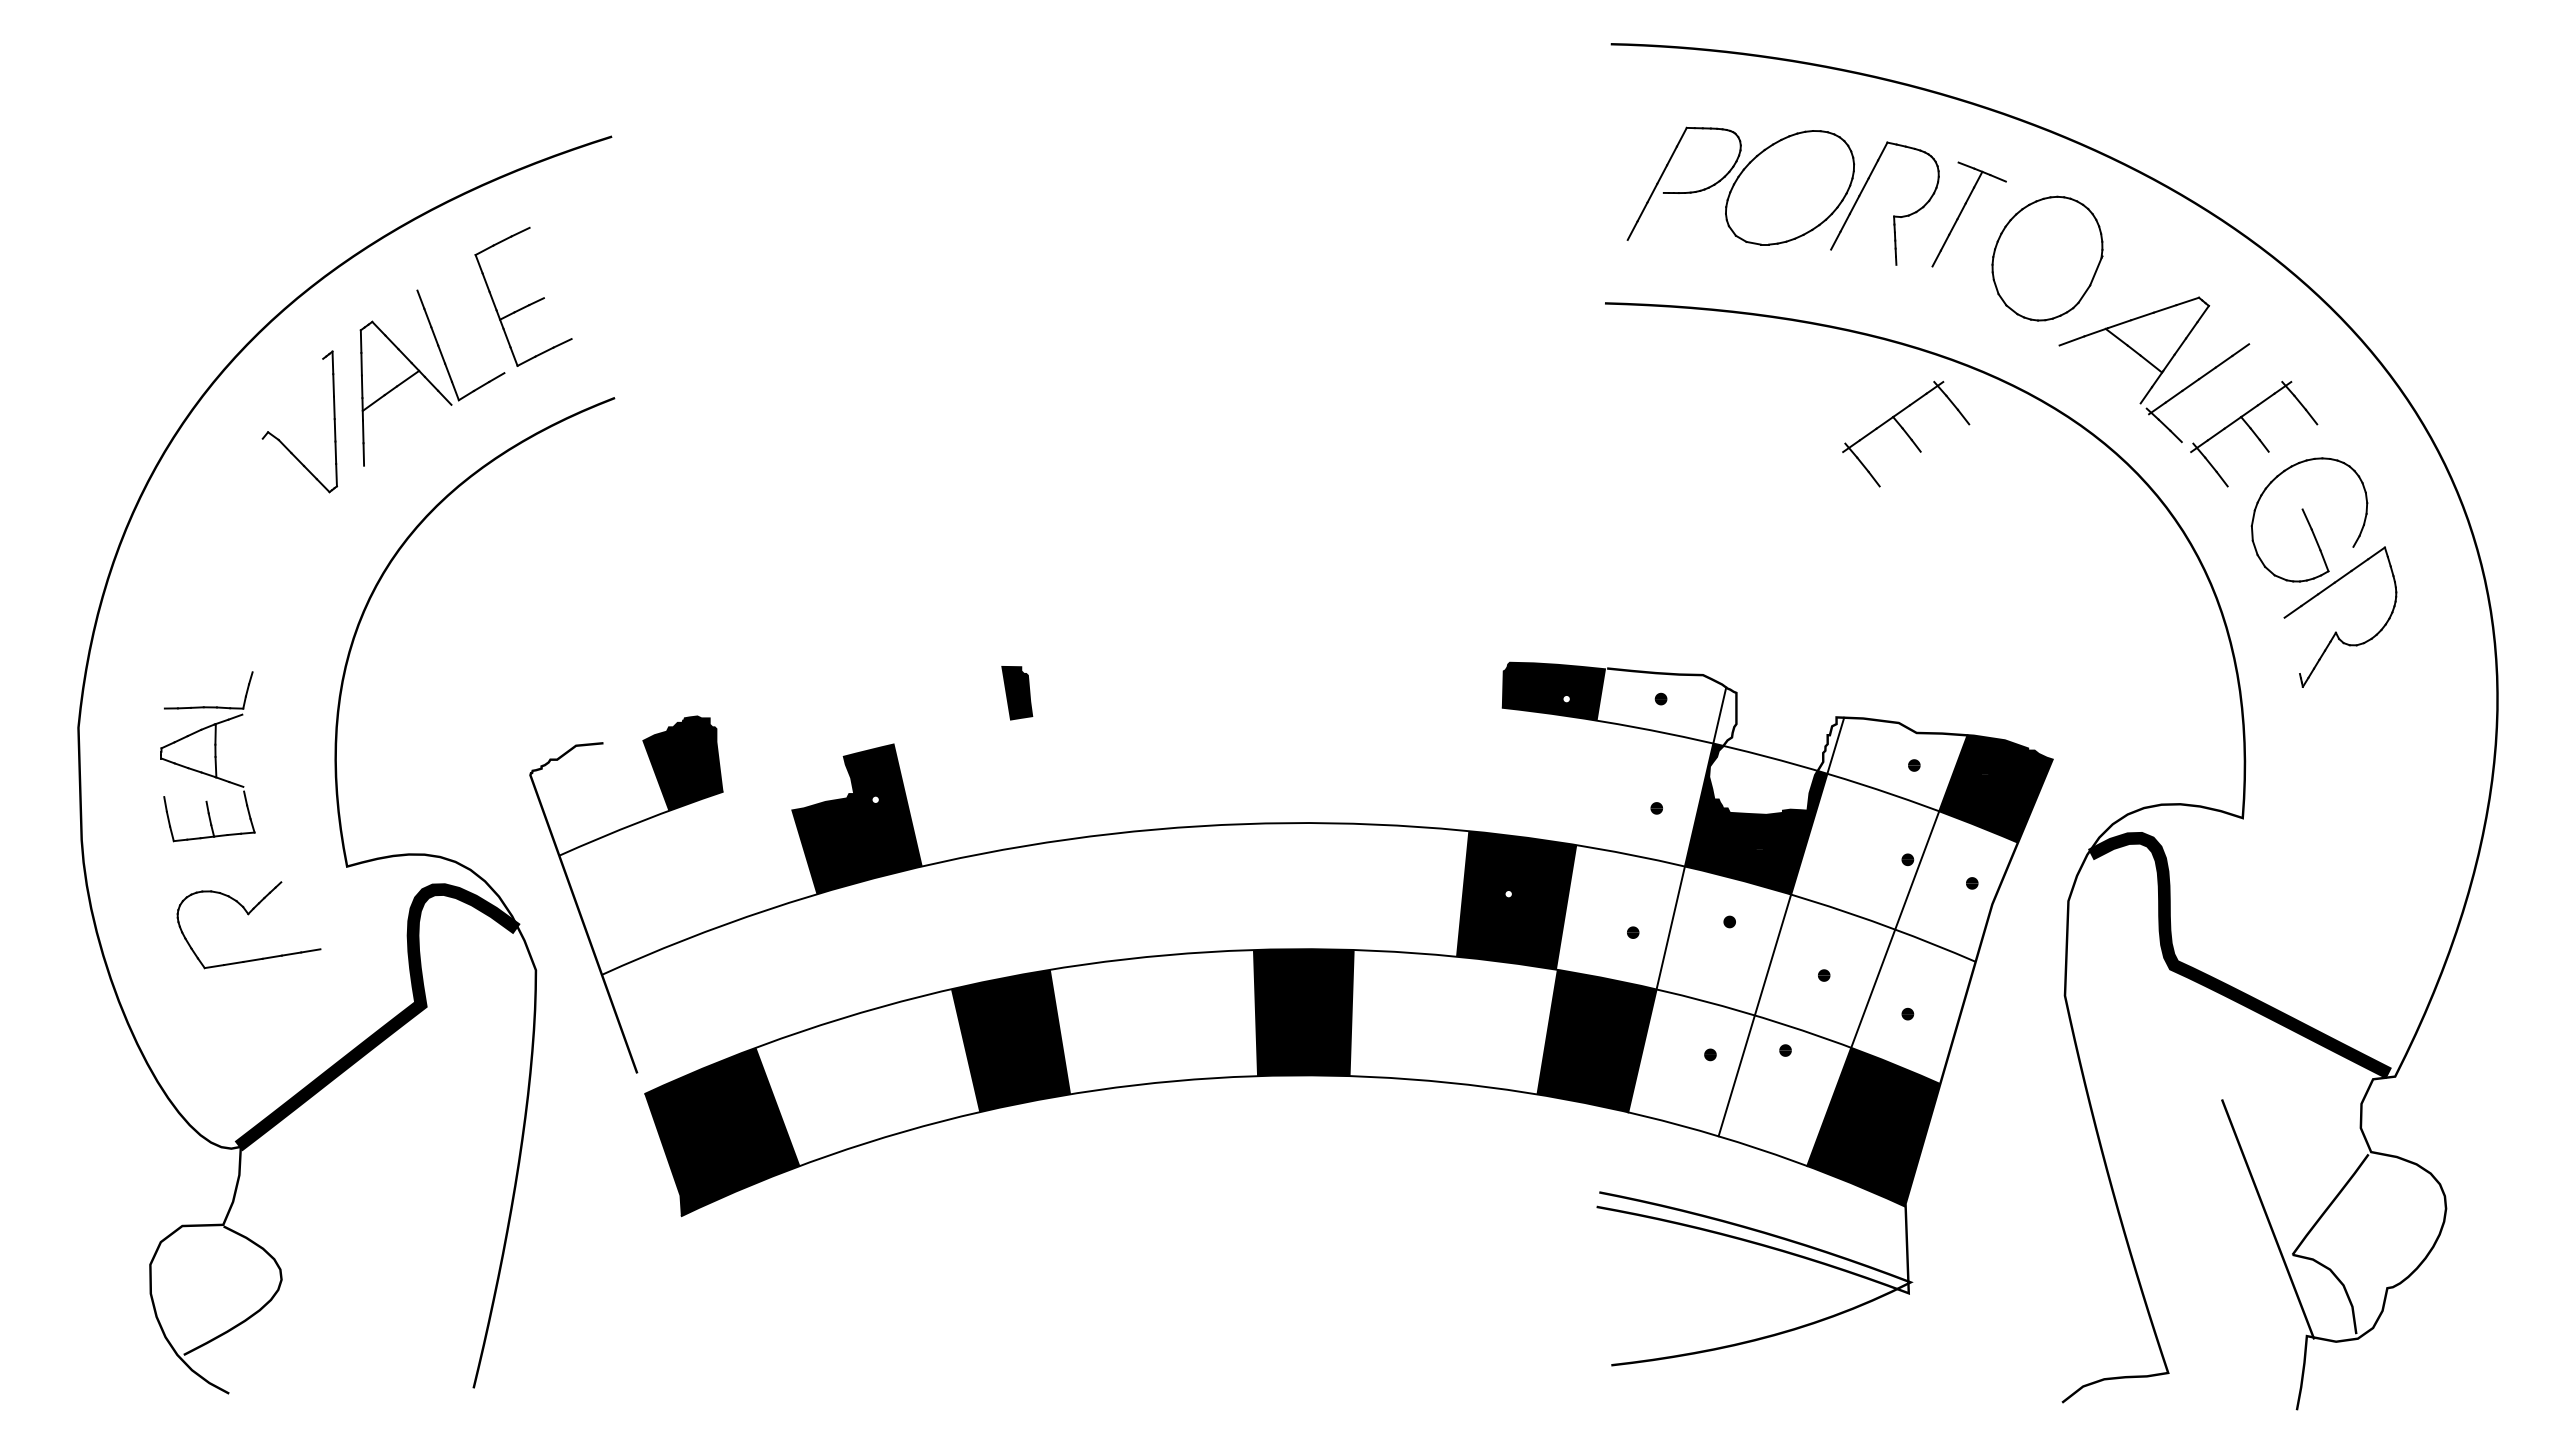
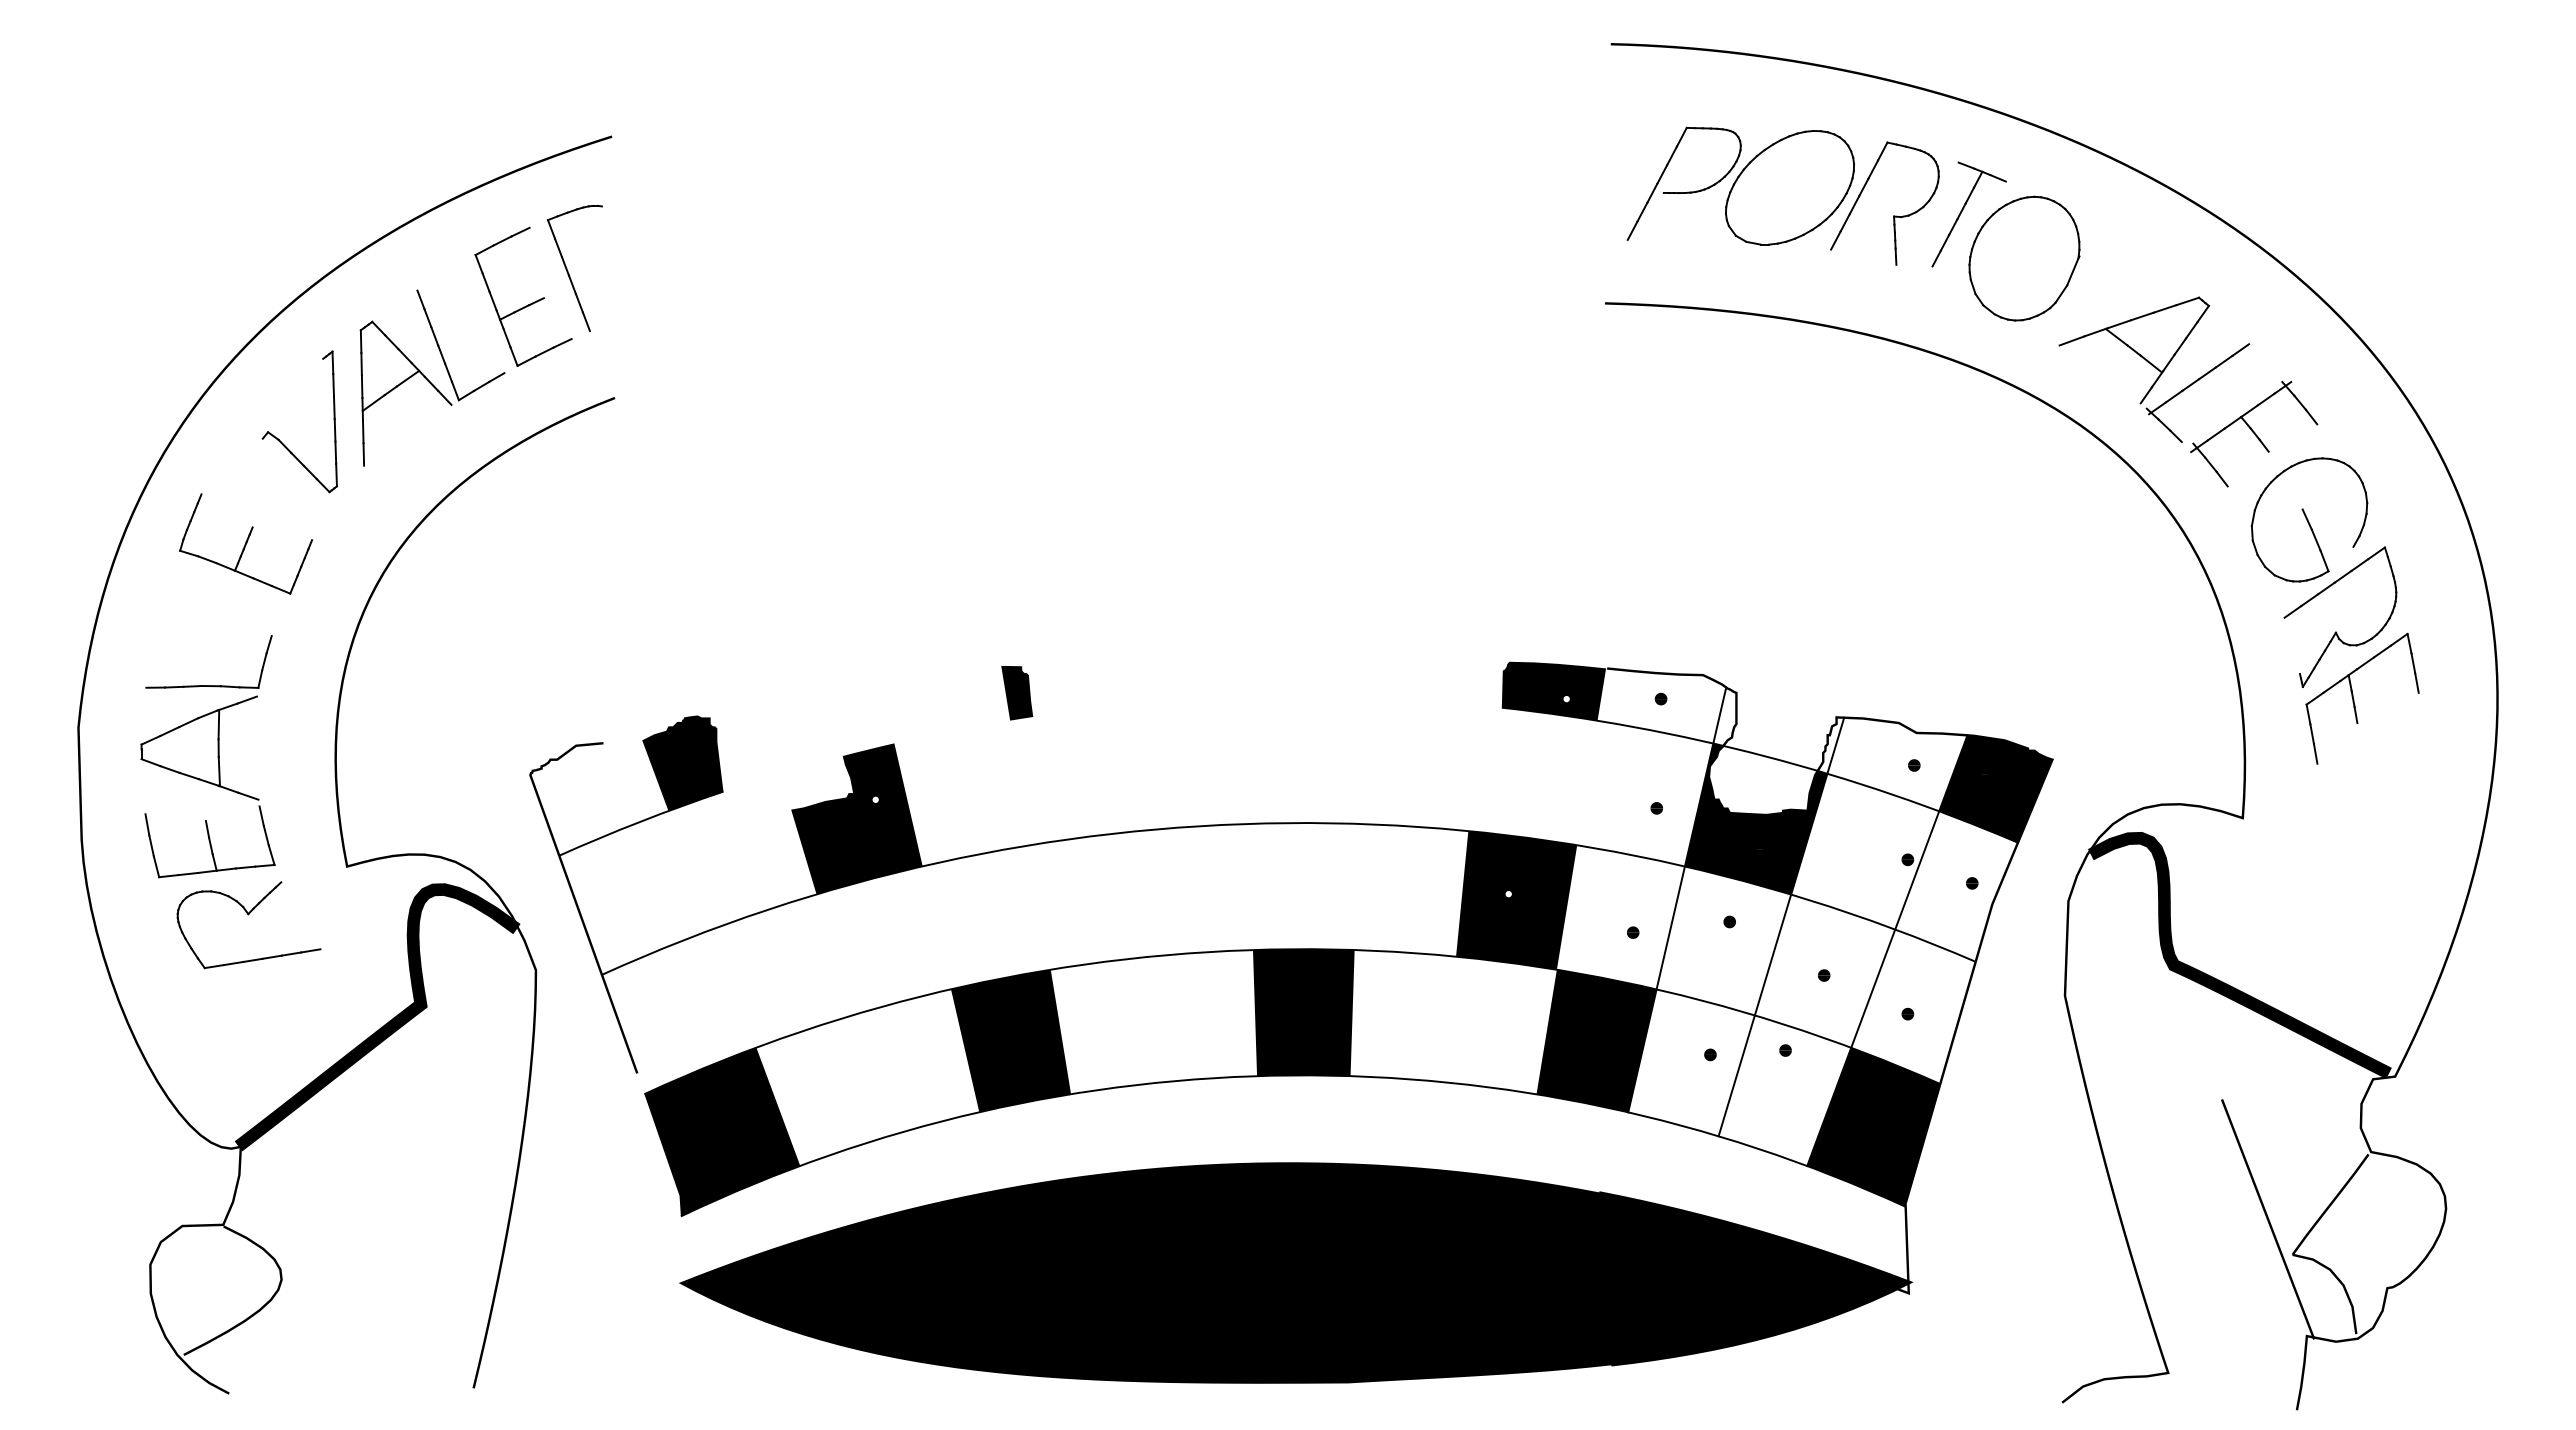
part at (2047, 258) position: (2047, 258) -> (2024, 258)
part at (568, 271): none -> present
part at (1906, 434): present -> none
part at (245, 543): none -> present
part at (2354, 699): none -> present
part at (207, 756) size: 96x172 px -> 136x244 px
fill at (1294, 1272): none -> present
